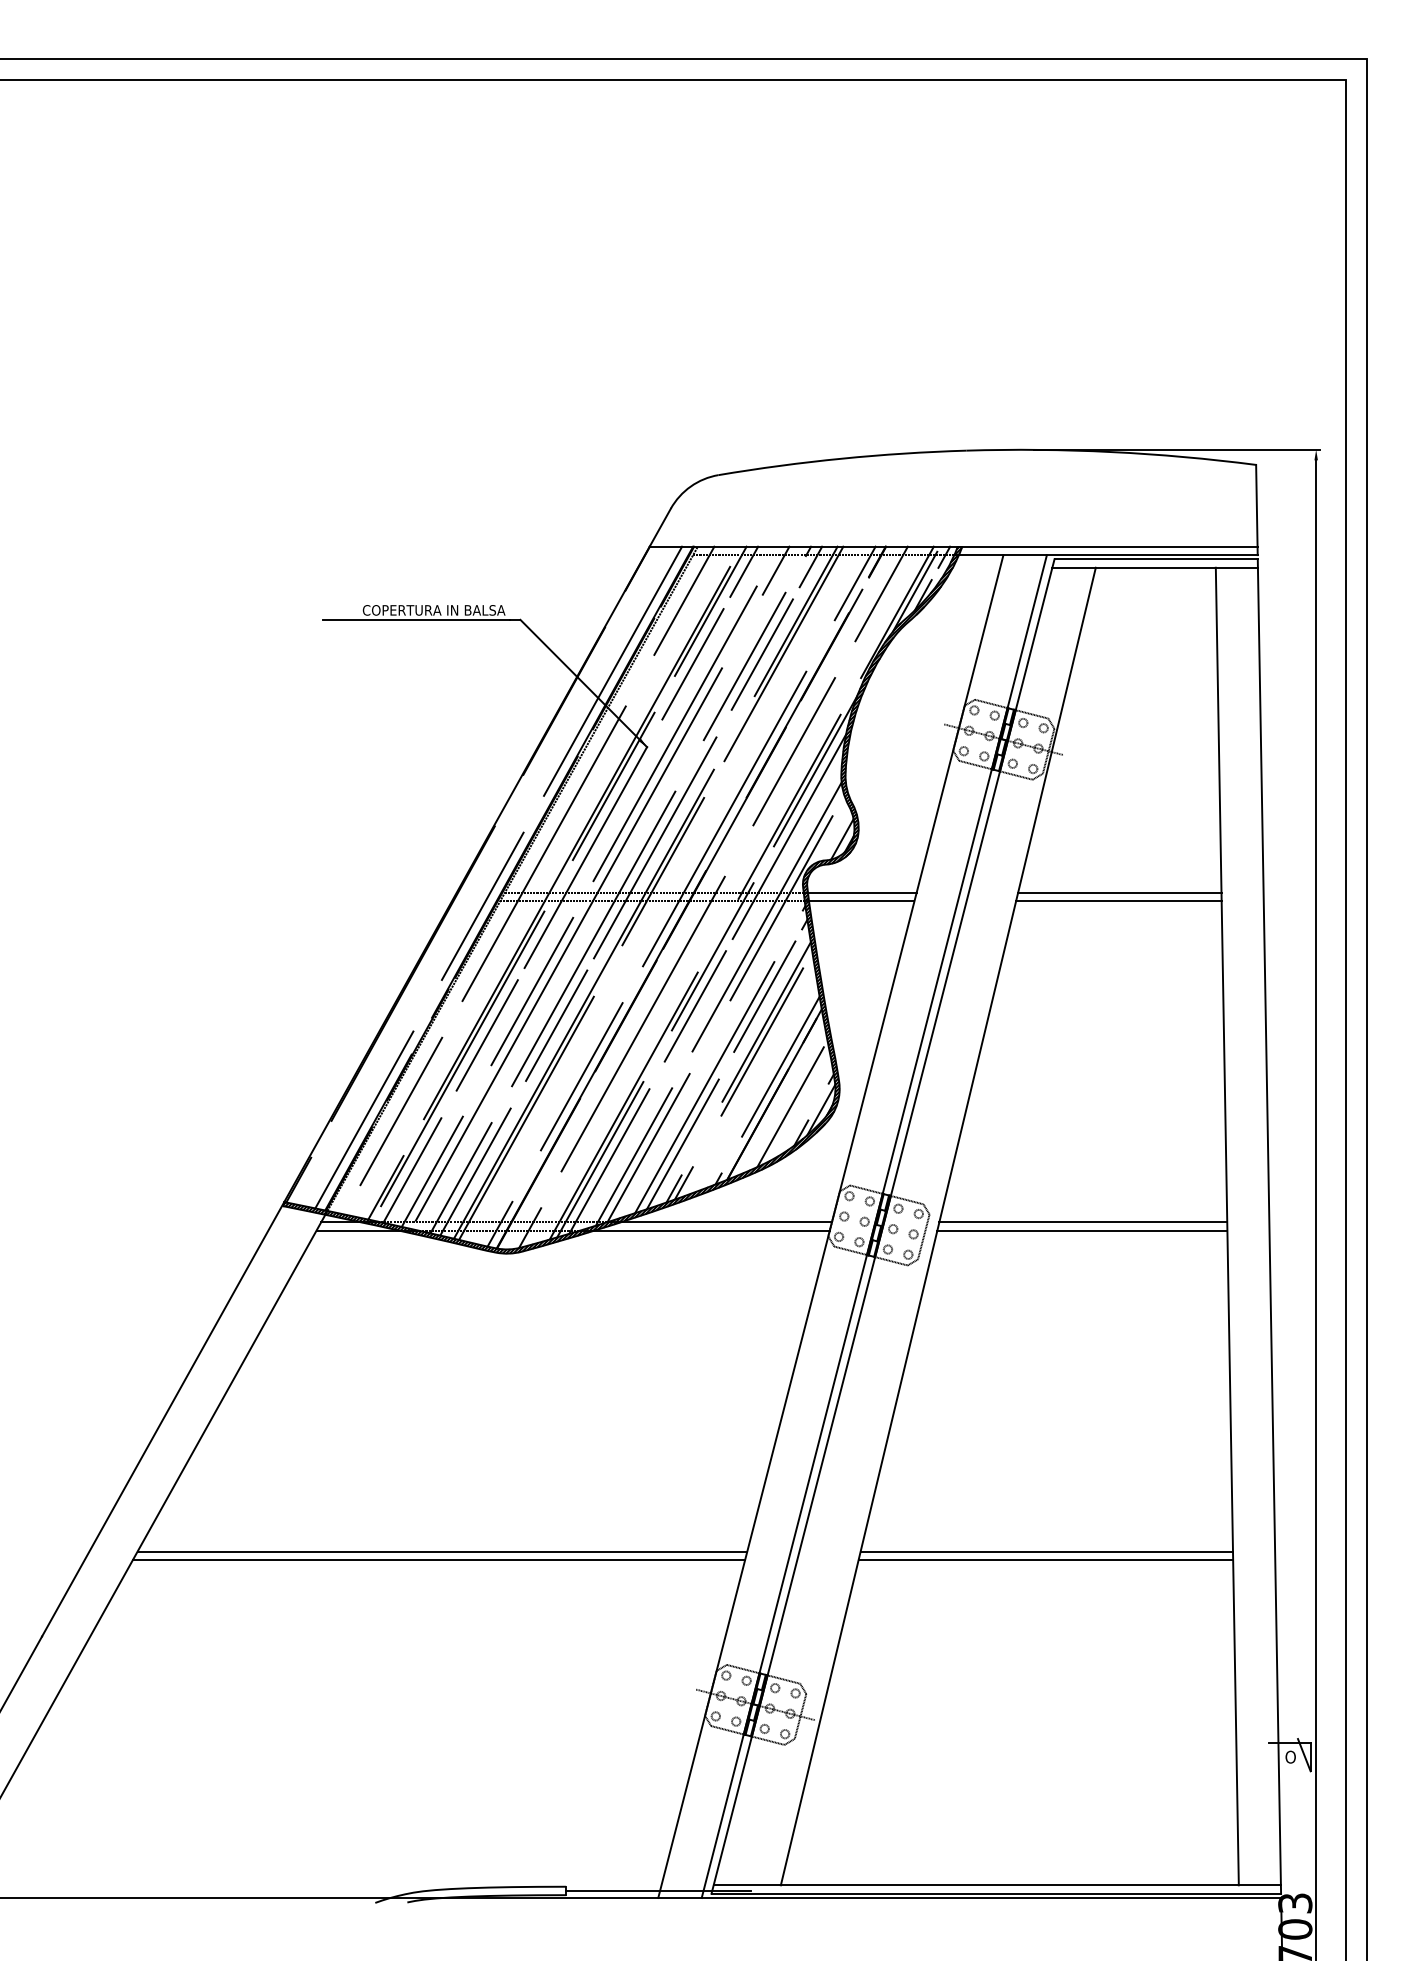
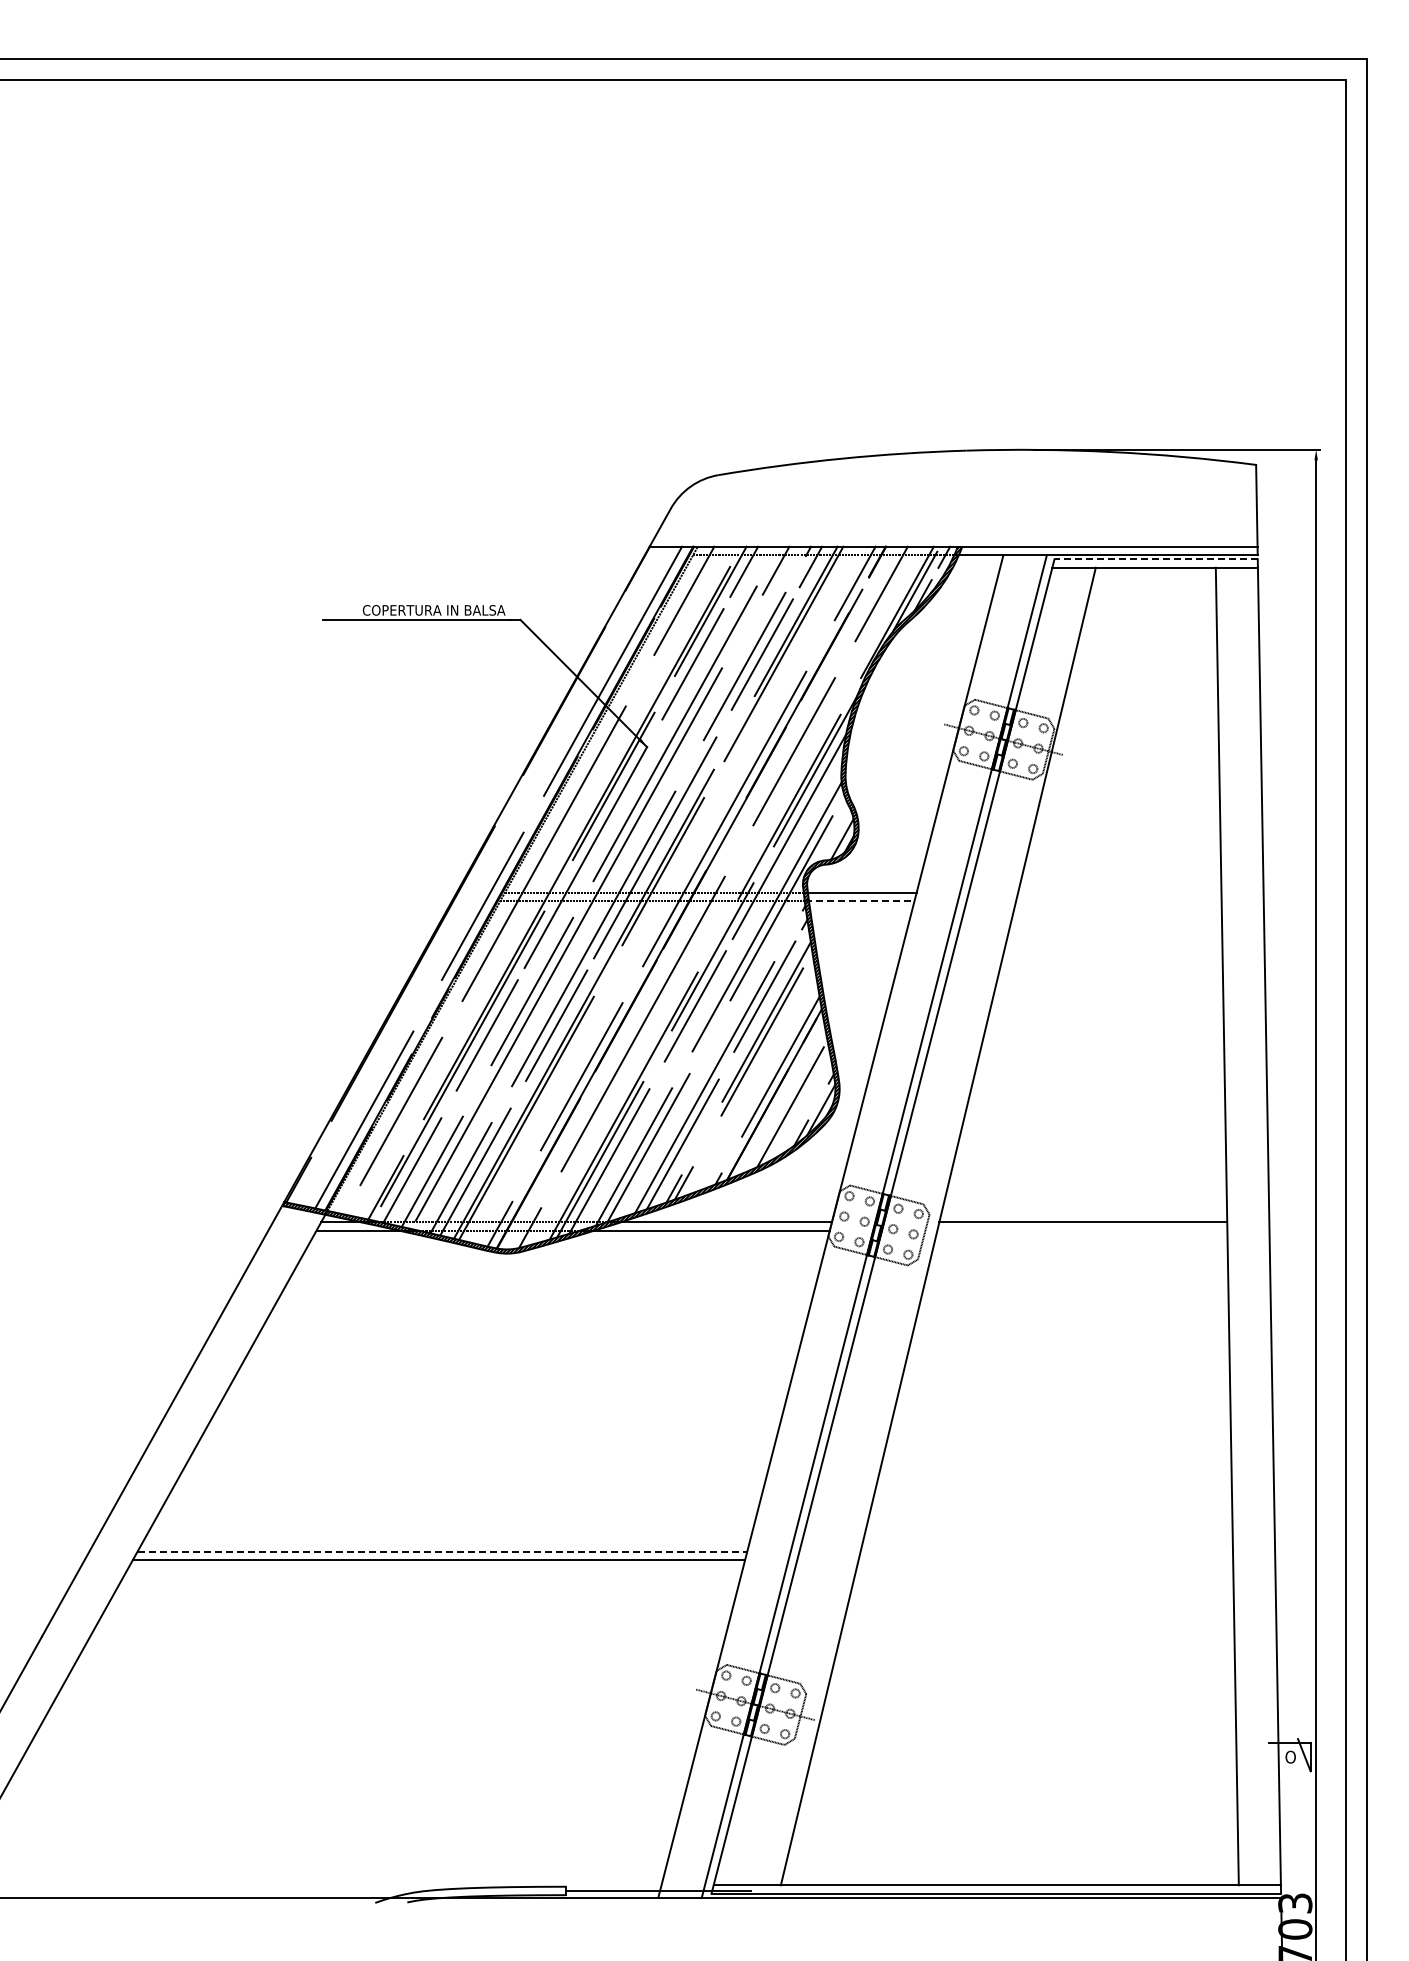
line at (1156, 559): solid -> dashed
line at (1119, 892): present -> none
line at (859, 901): solid -> dashed
line at (1118, 901): present -> none
line at (1082, 1230): present -> none
line at (442, 1551): solid -> dashed
line at (1046, 1551): present -> none
line at (1045, 1560): present -> none
